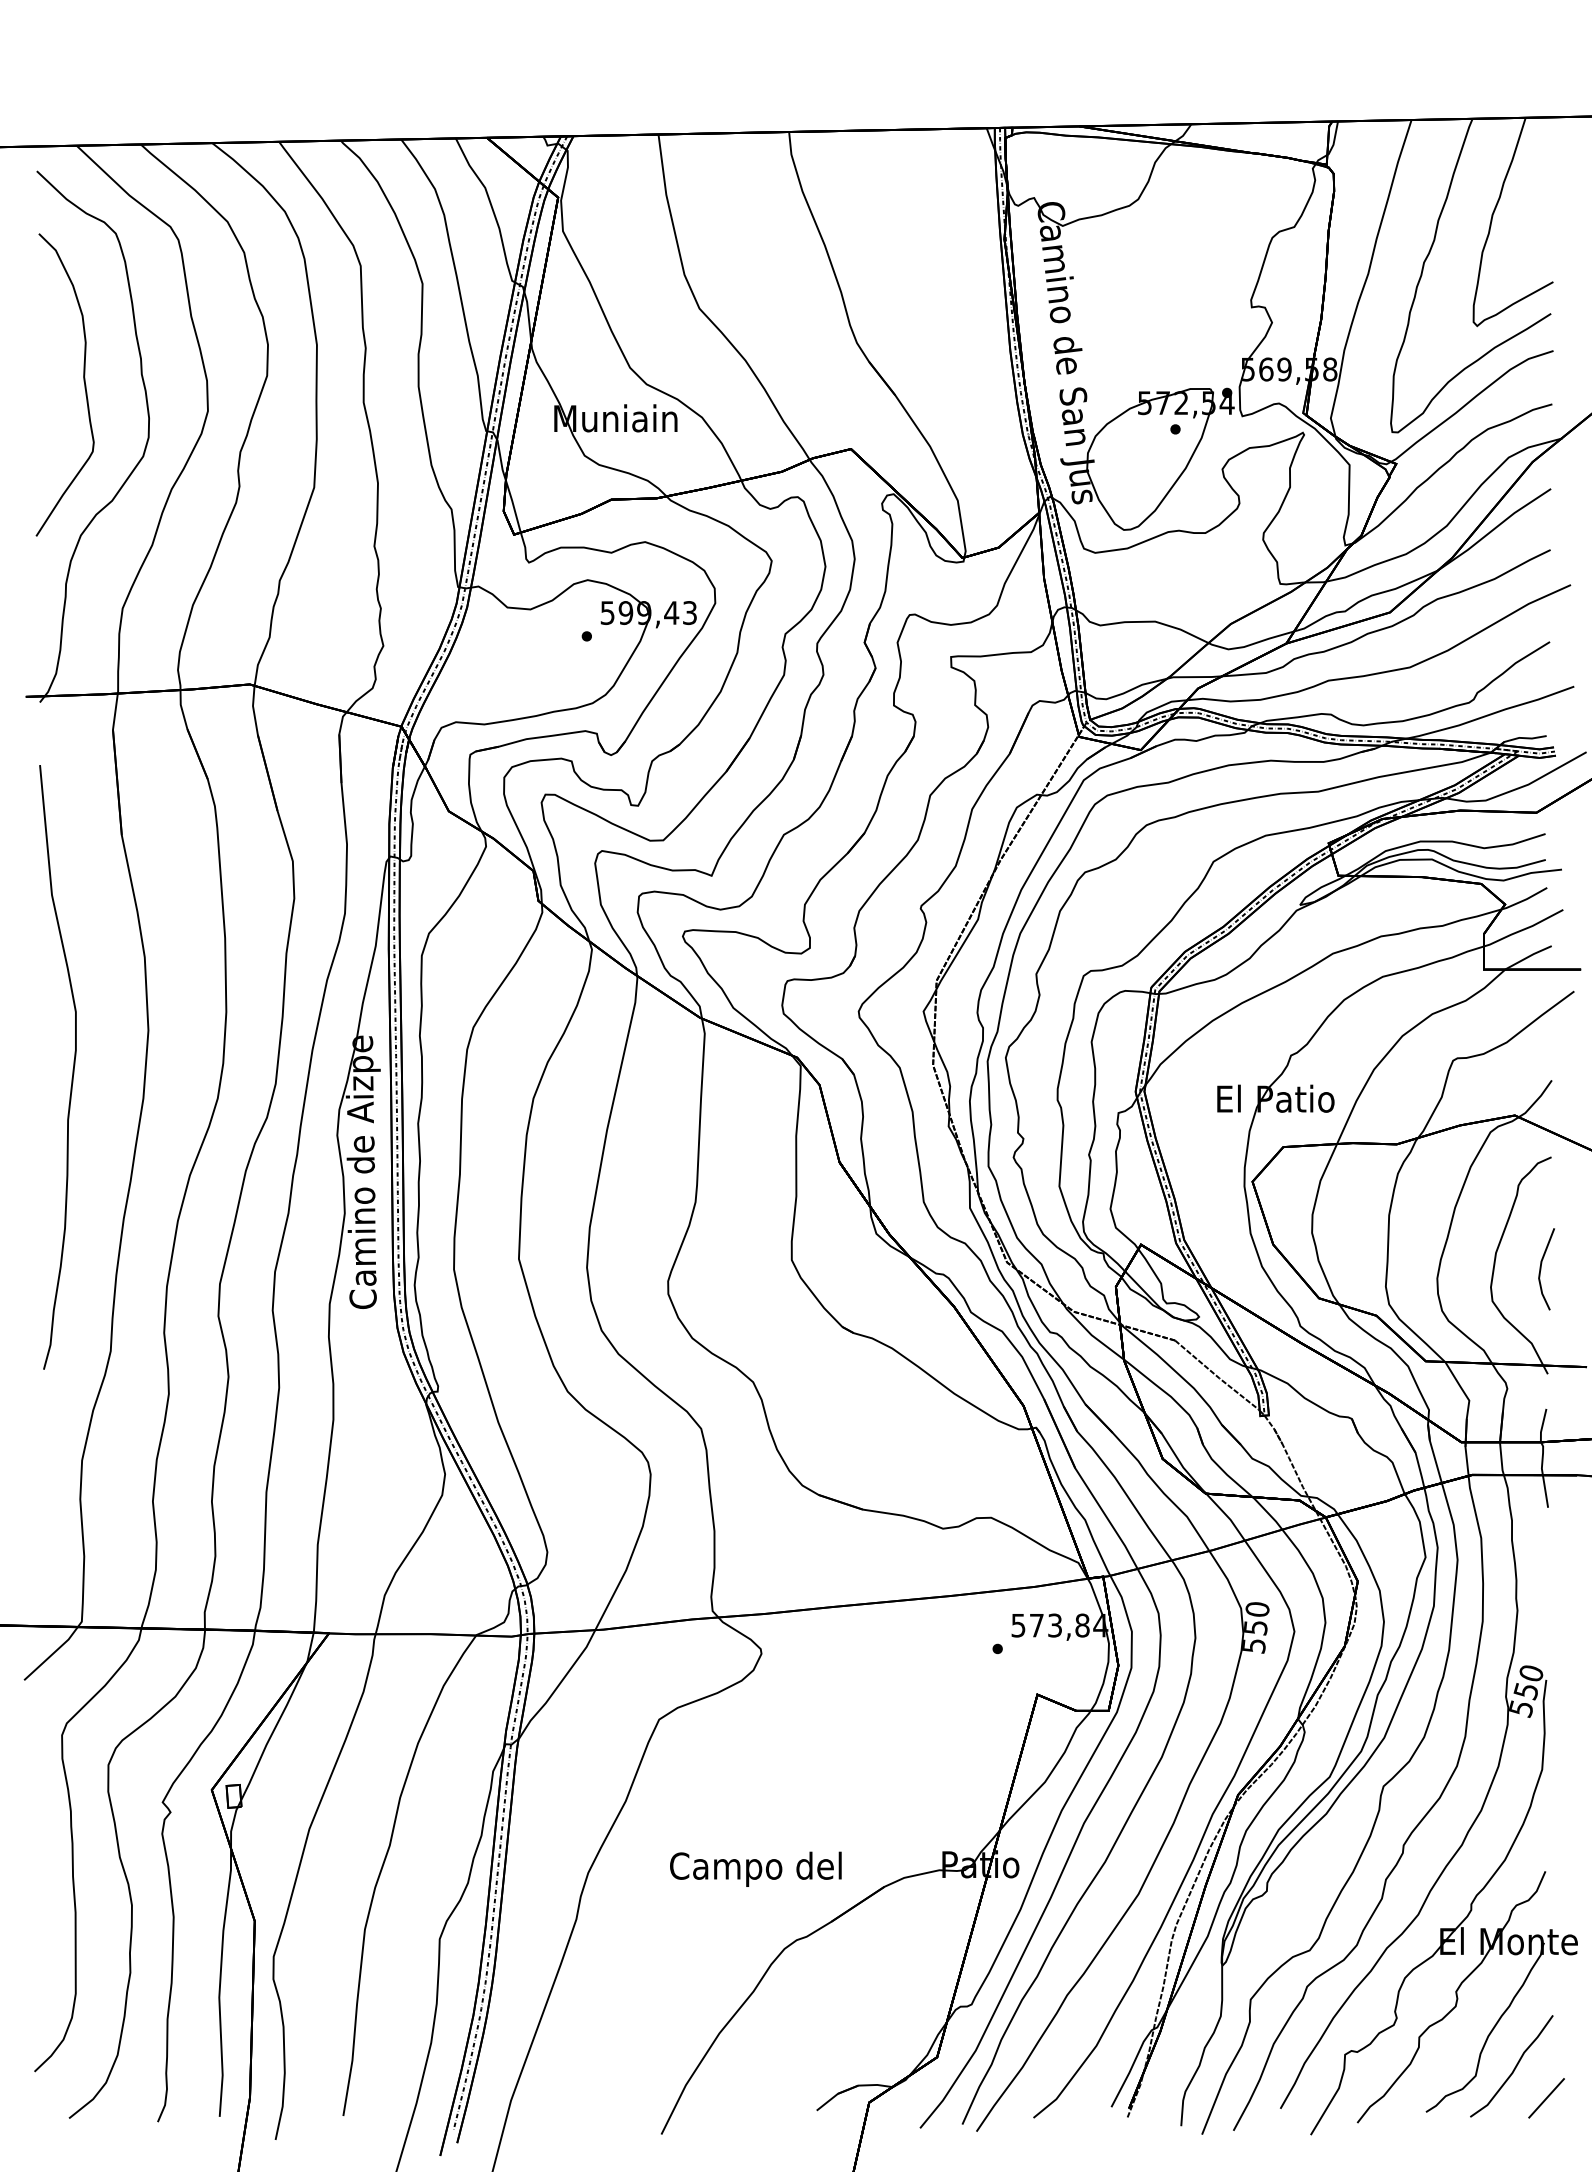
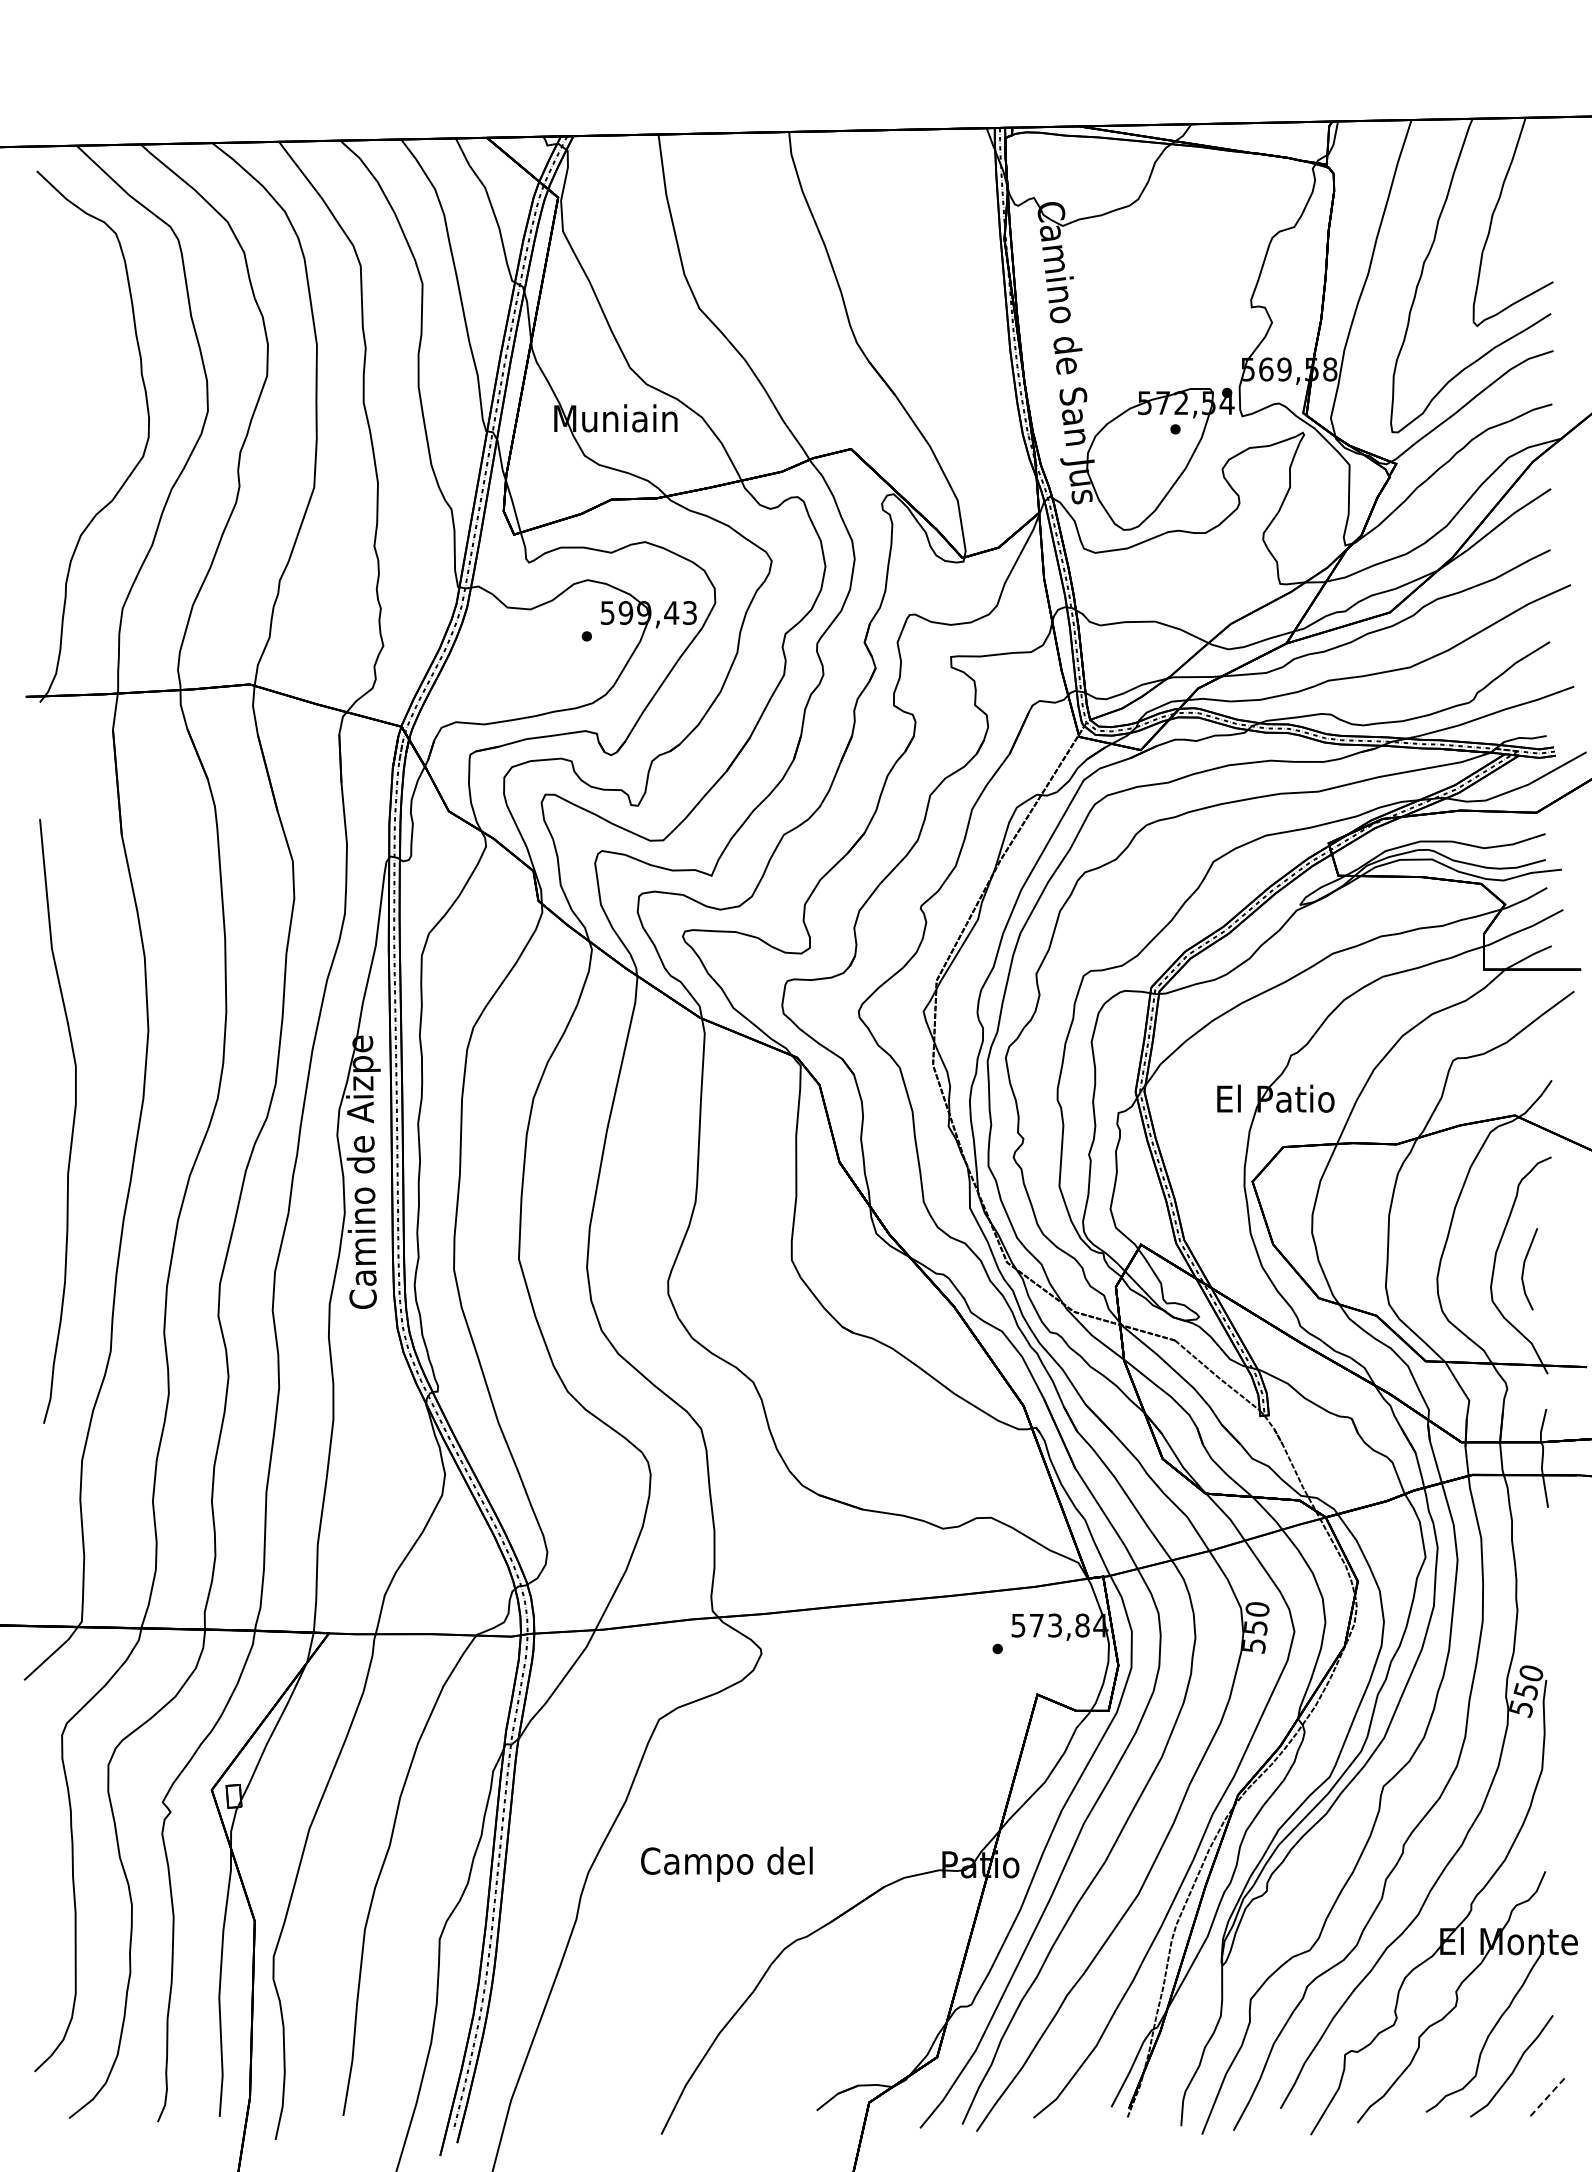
curve at (83, 381): present -> none
curve at (72, 1069) position: (72, 1069) -> (72, 1123)
line at (1541, 1269) position: (1541, 1269) -> (1524, 1269)
text at (755, 1868) position: (755, 1868) -> (726, 1863)
line at (1546, 2098): solid -> dashed
